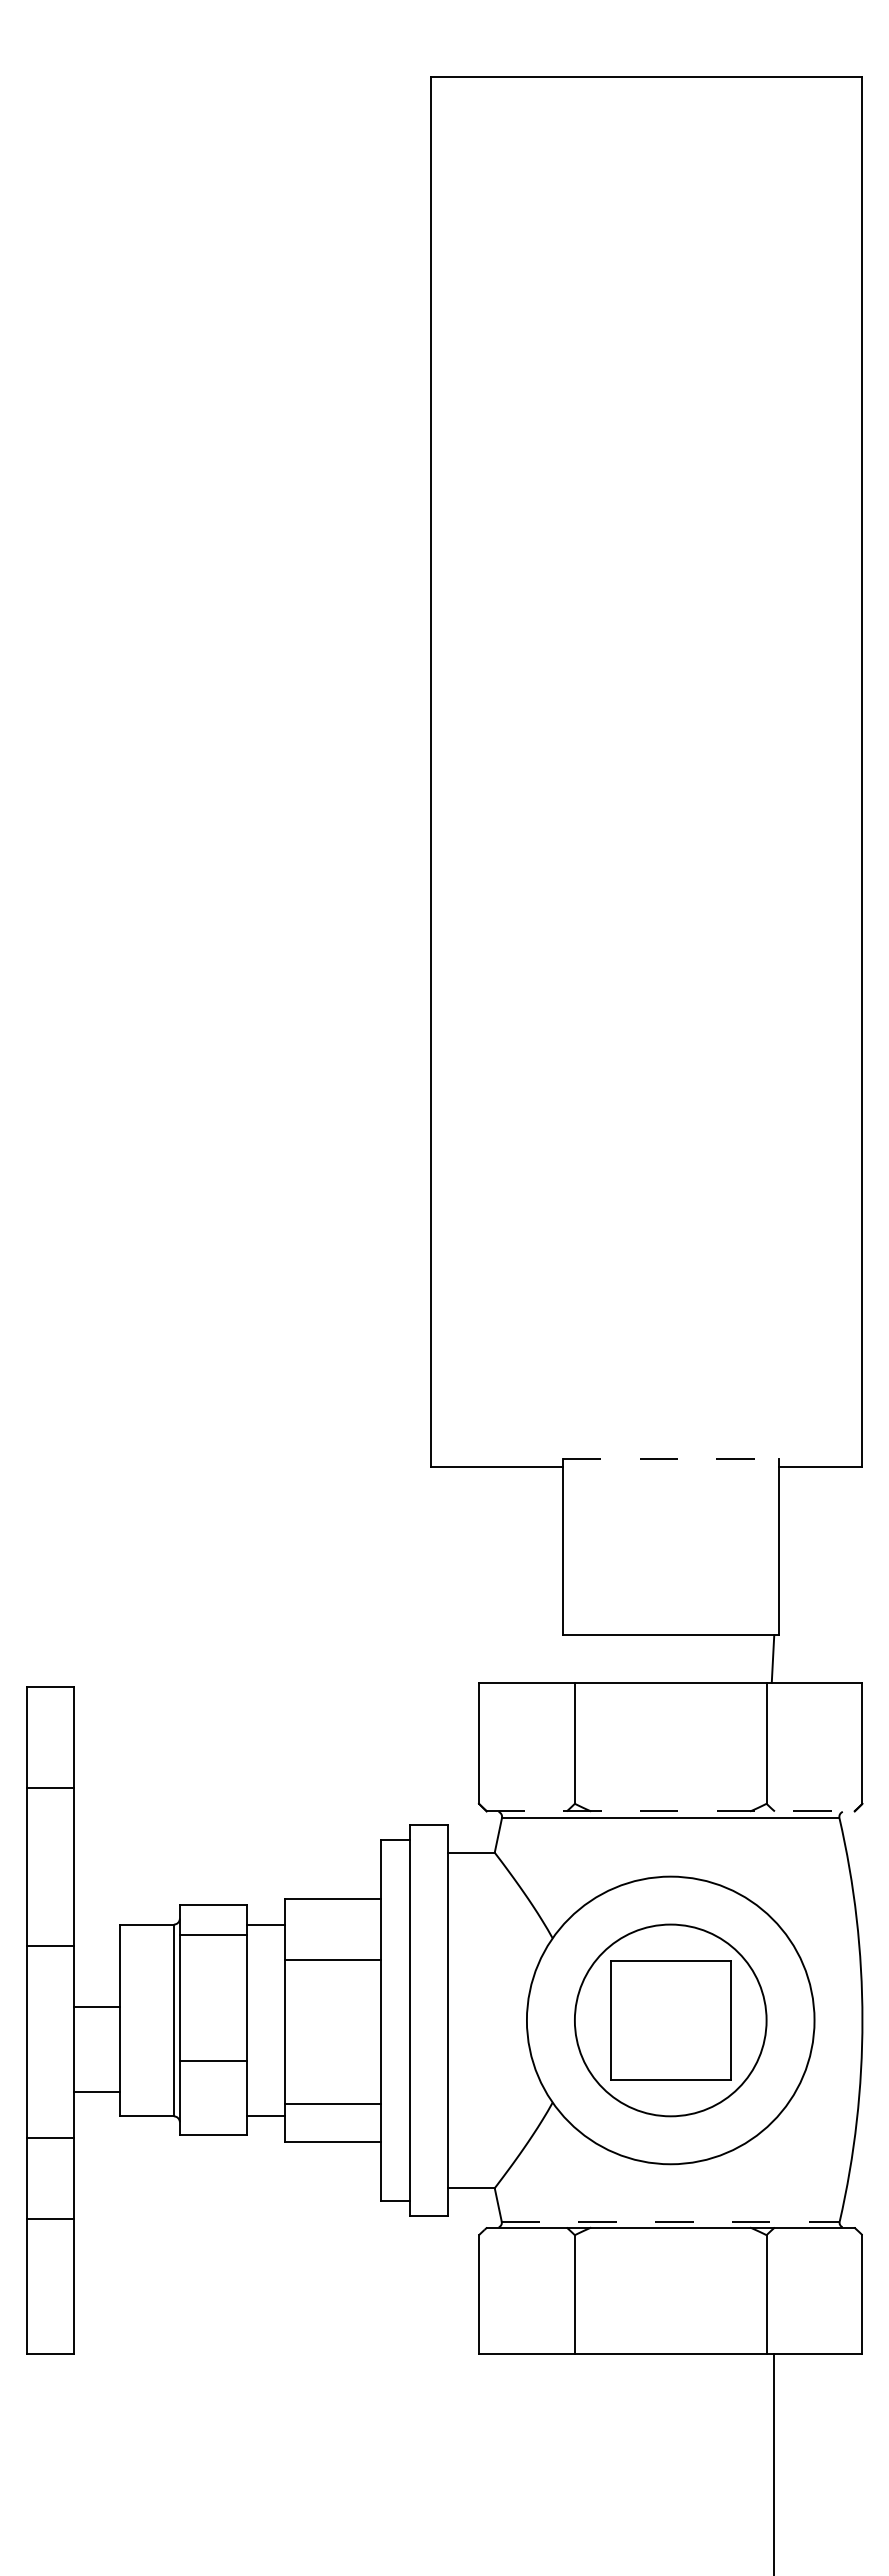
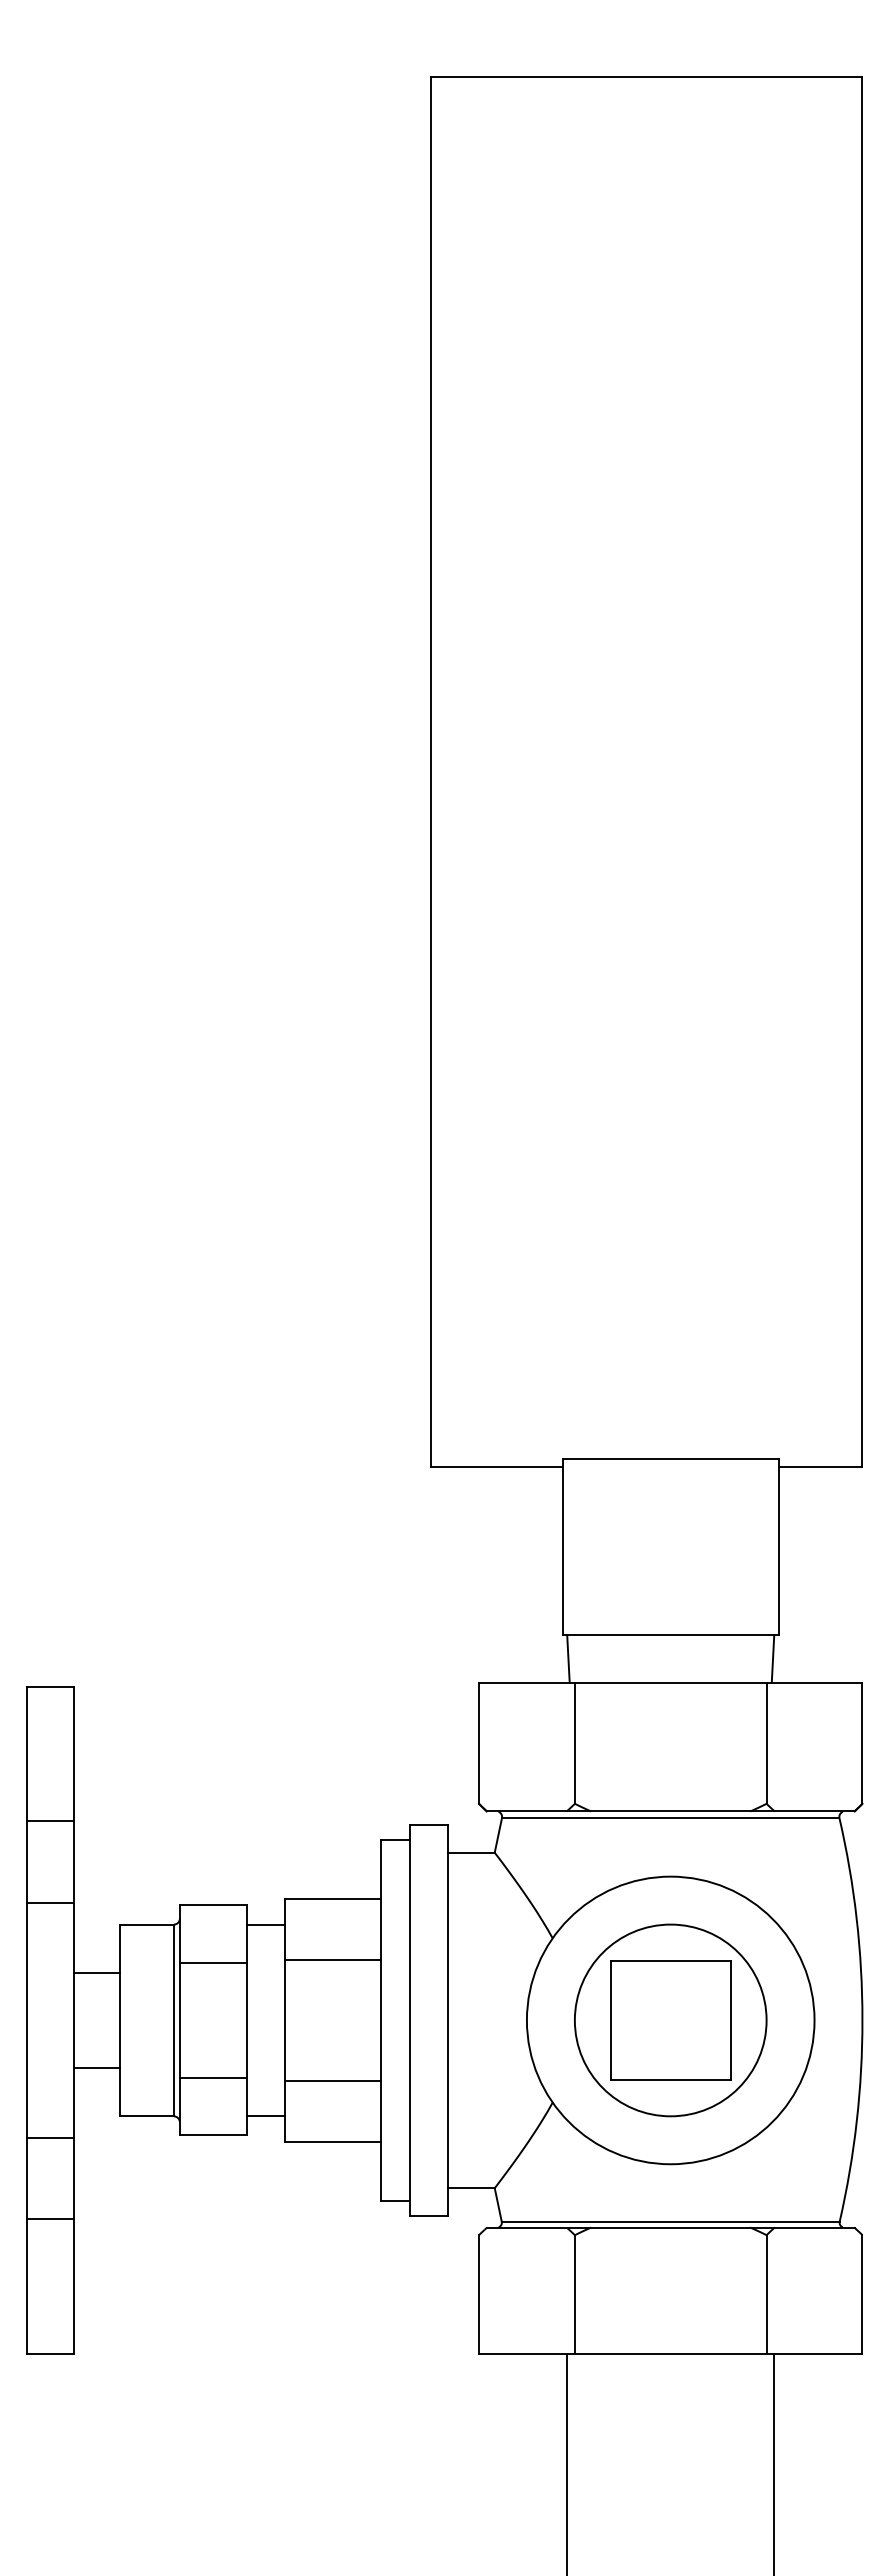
line at (670, 1458): dashed -> solid
line at (568, 1659): none -> present
line at (50, 1787) position: (50, 1787) -> (50, 1820)
line at (671, 1811): dashed -> solid
line at (213, 1934) position: (213, 1934) -> (213, 1962)
line at (50, 1946) position: (50, 1946) -> (50, 1903)
line at (97, 2006) position: (97, 2006) -> (97, 1972)
line at (213, 2060) position: (213, 2060) -> (213, 2077)
line at (97, 2092) position: (97, 2092) -> (97, 2068)
line at (333, 2104) position: (333, 2104) -> (333, 2081)
line at (670, 2221): dashed -> solid
line at (567, 2463): none -> present
